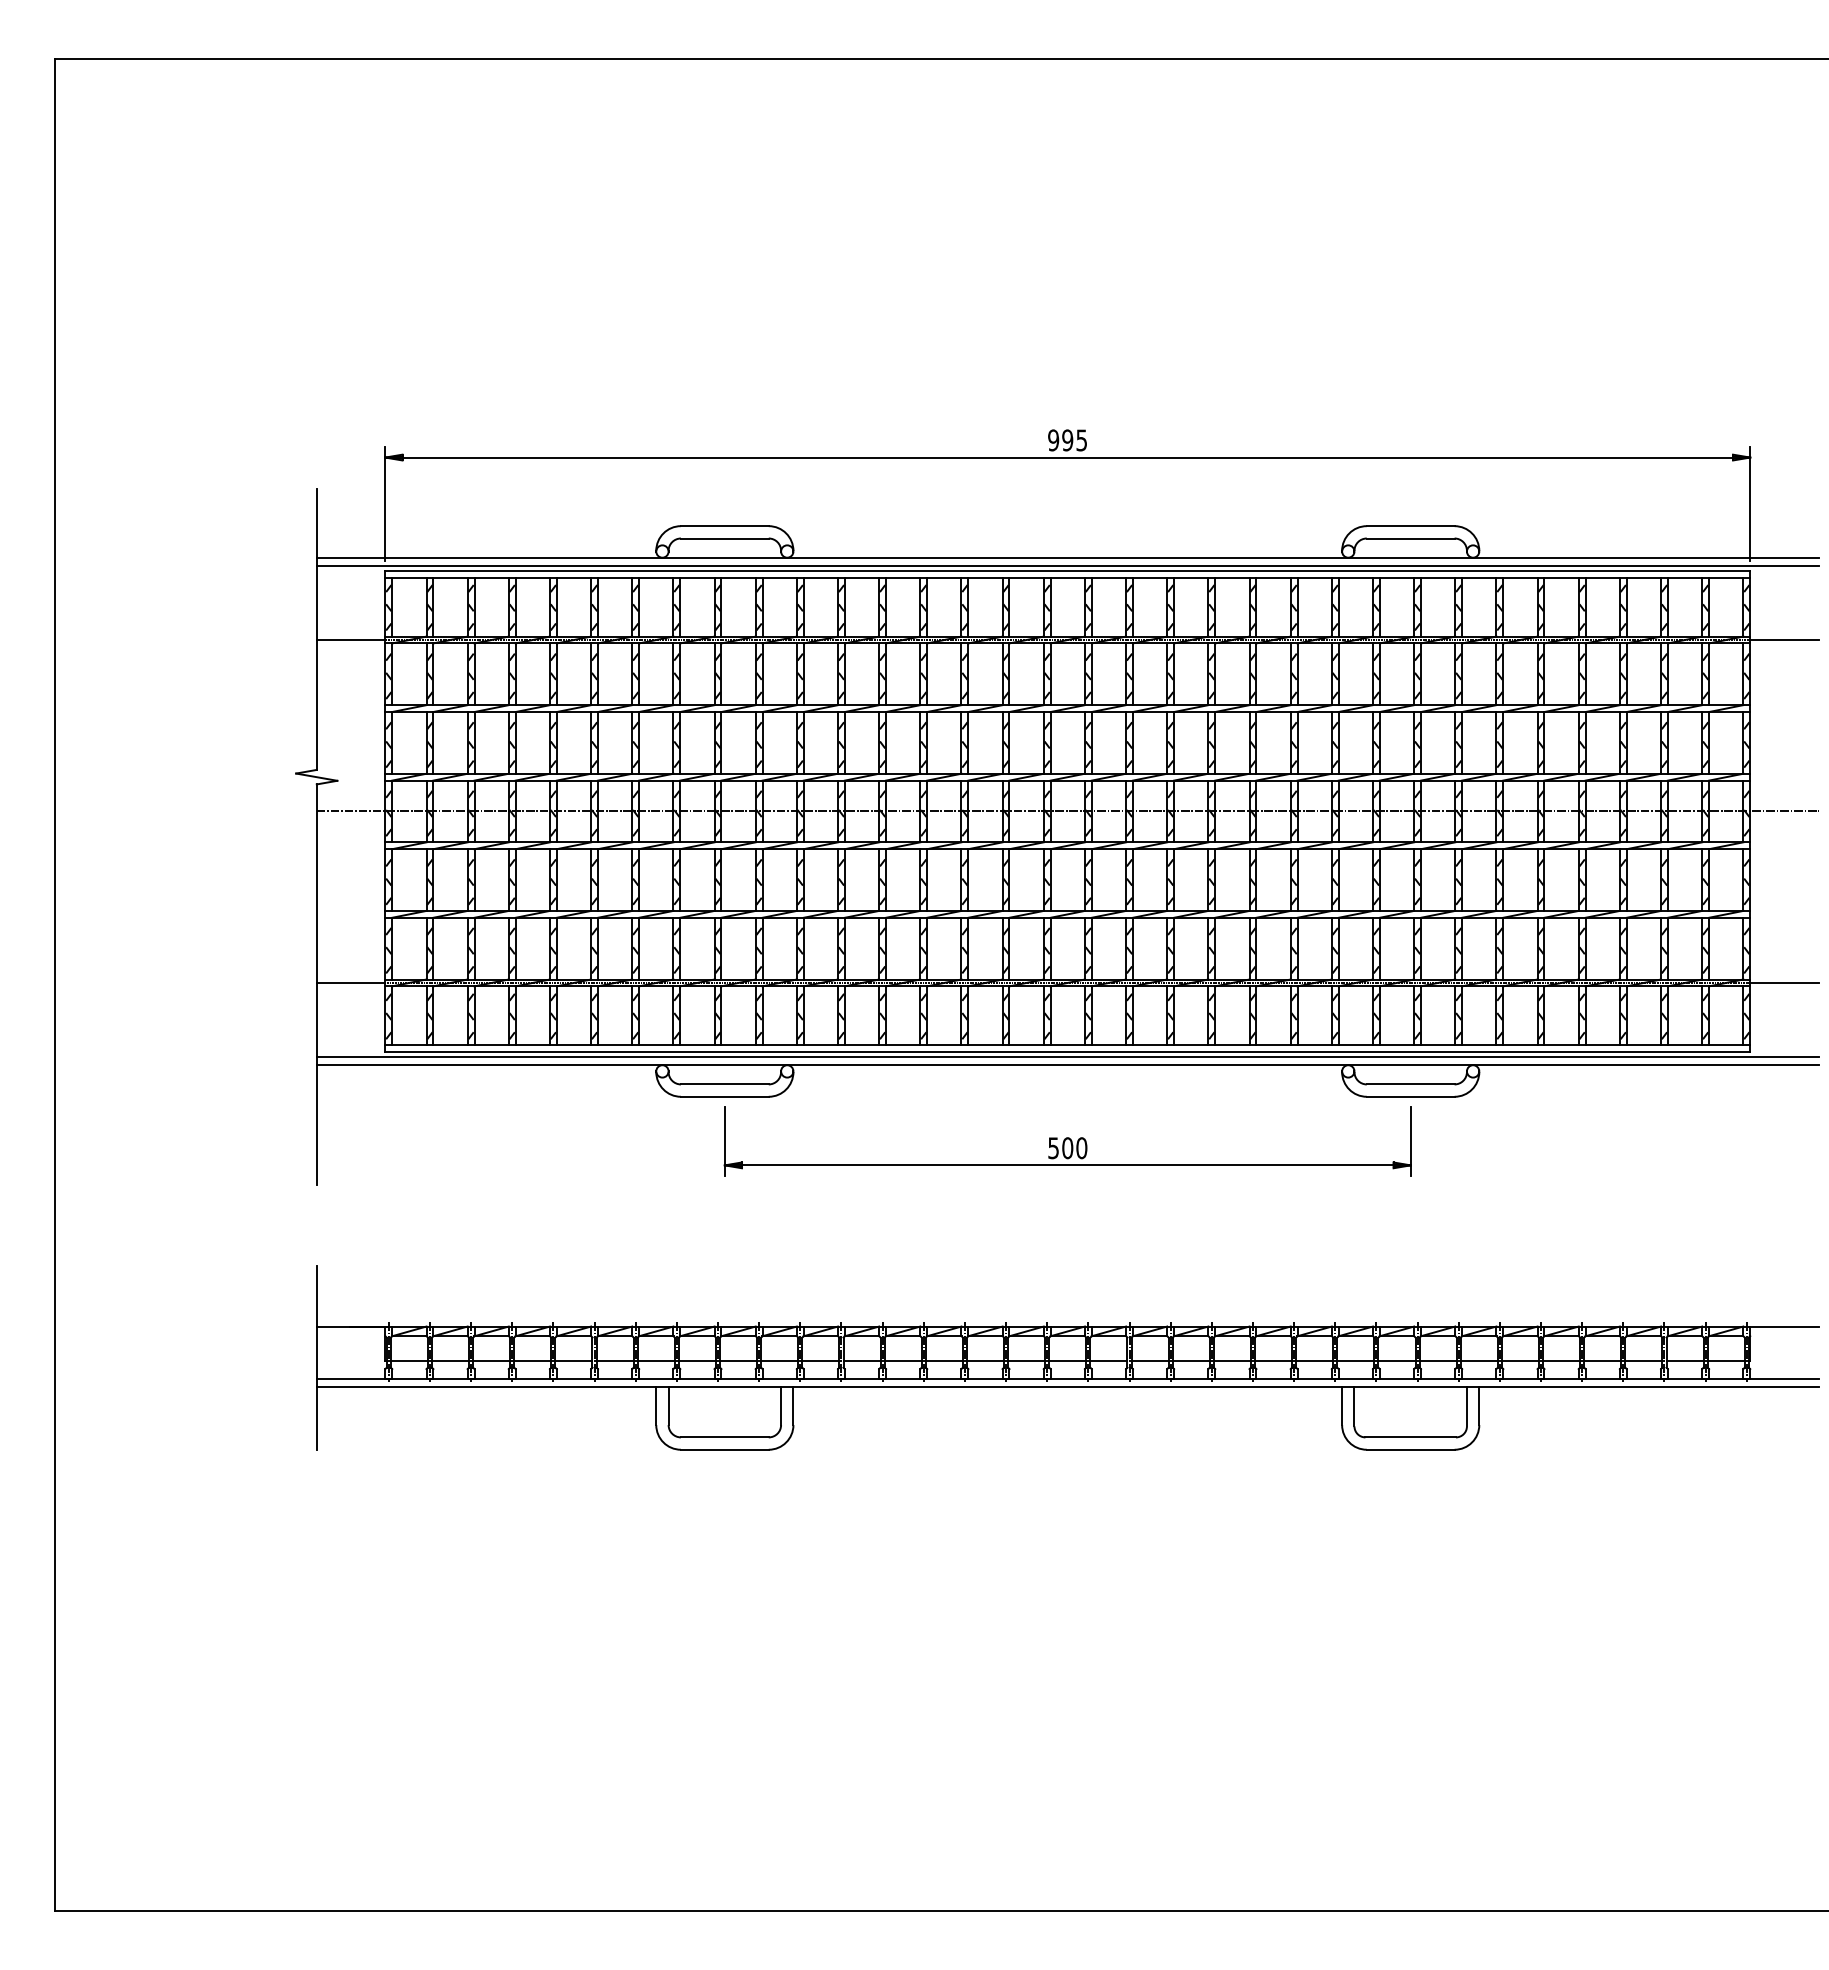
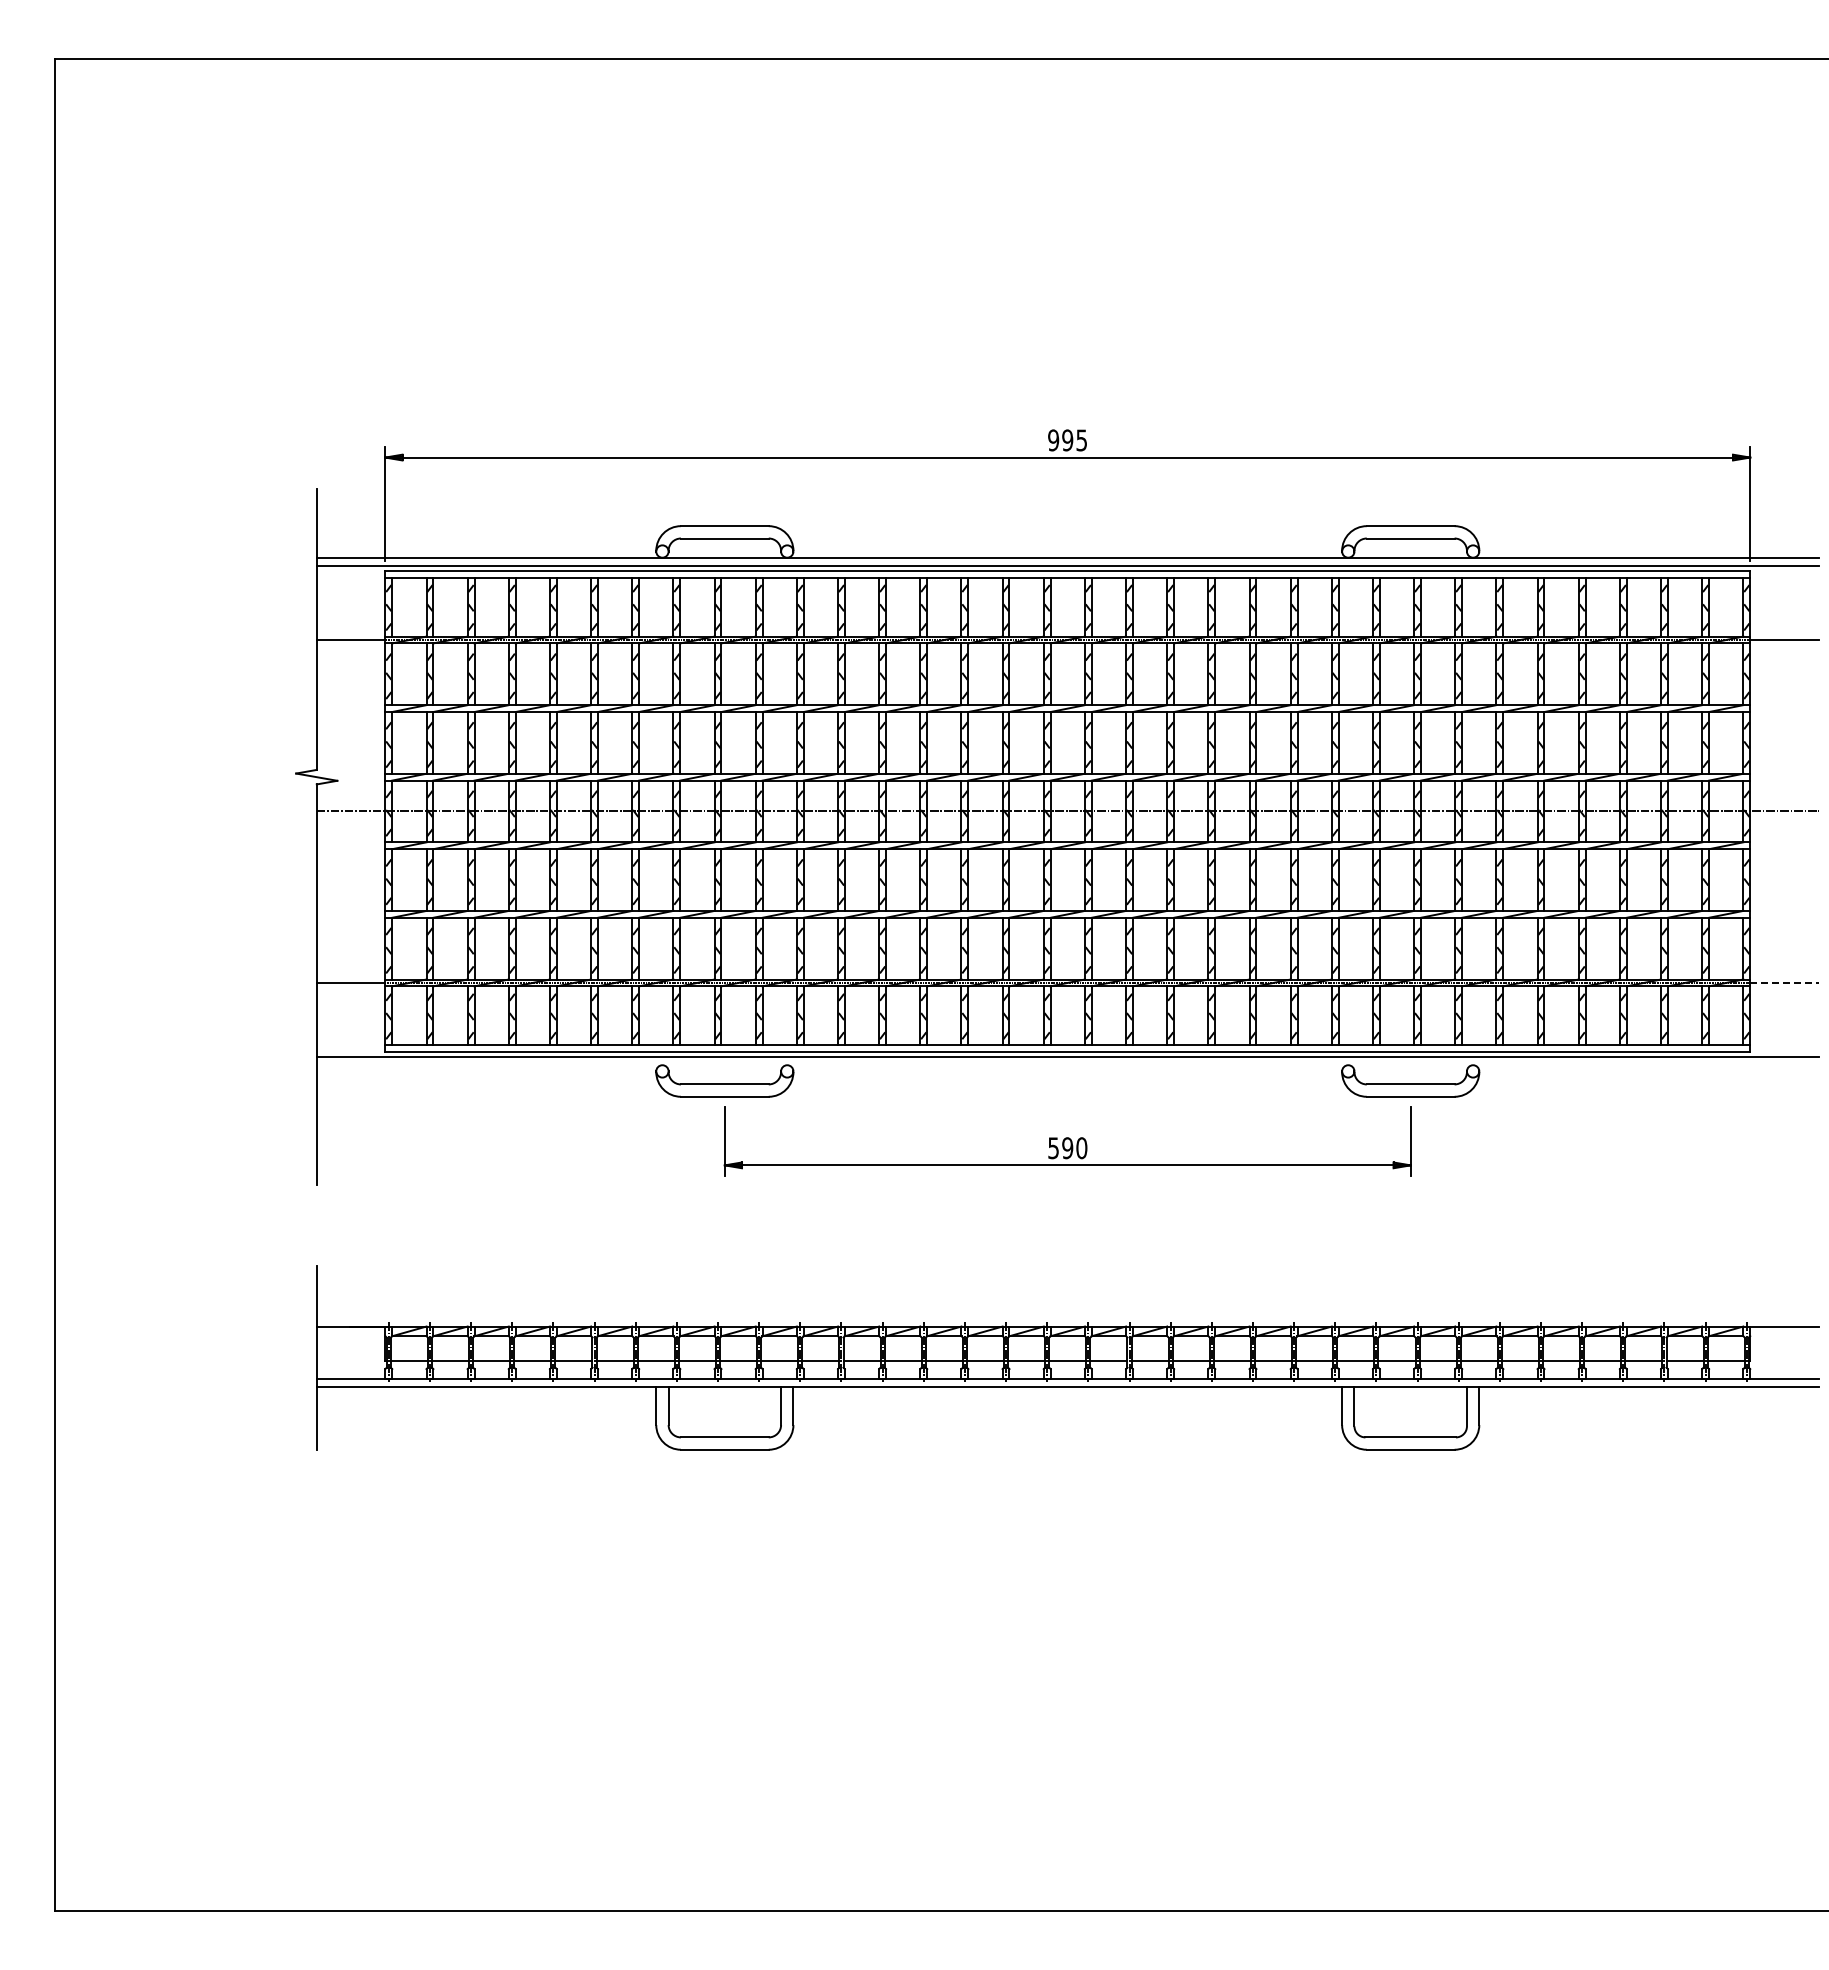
line at (1785, 982): solid -> dashed
line at (1067, 1065): present -> none
text at (1067, 1148): 500 -> 590
